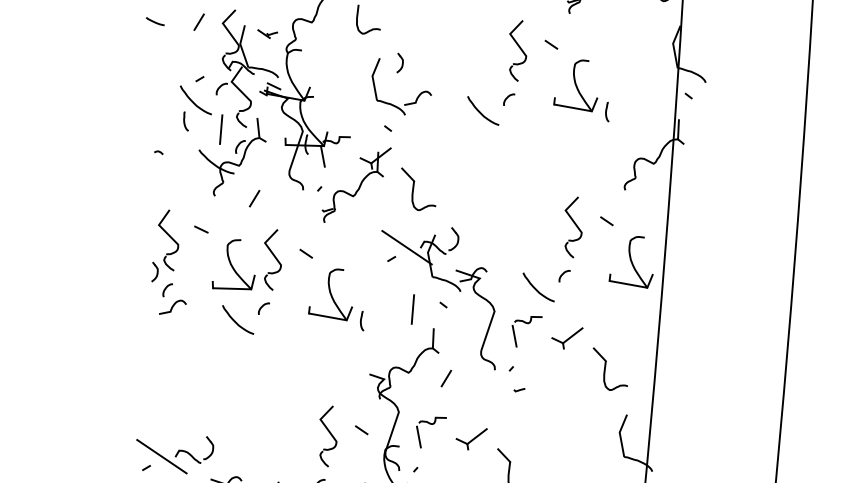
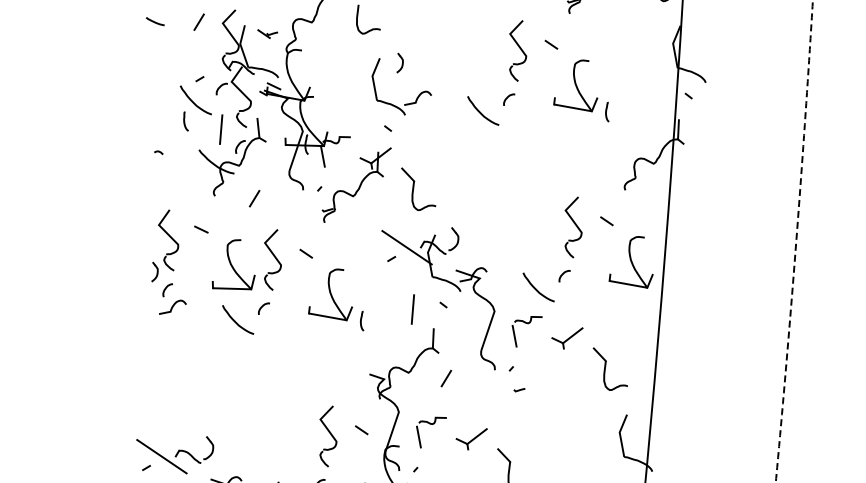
arc at (796, 240): solid -> dashed
